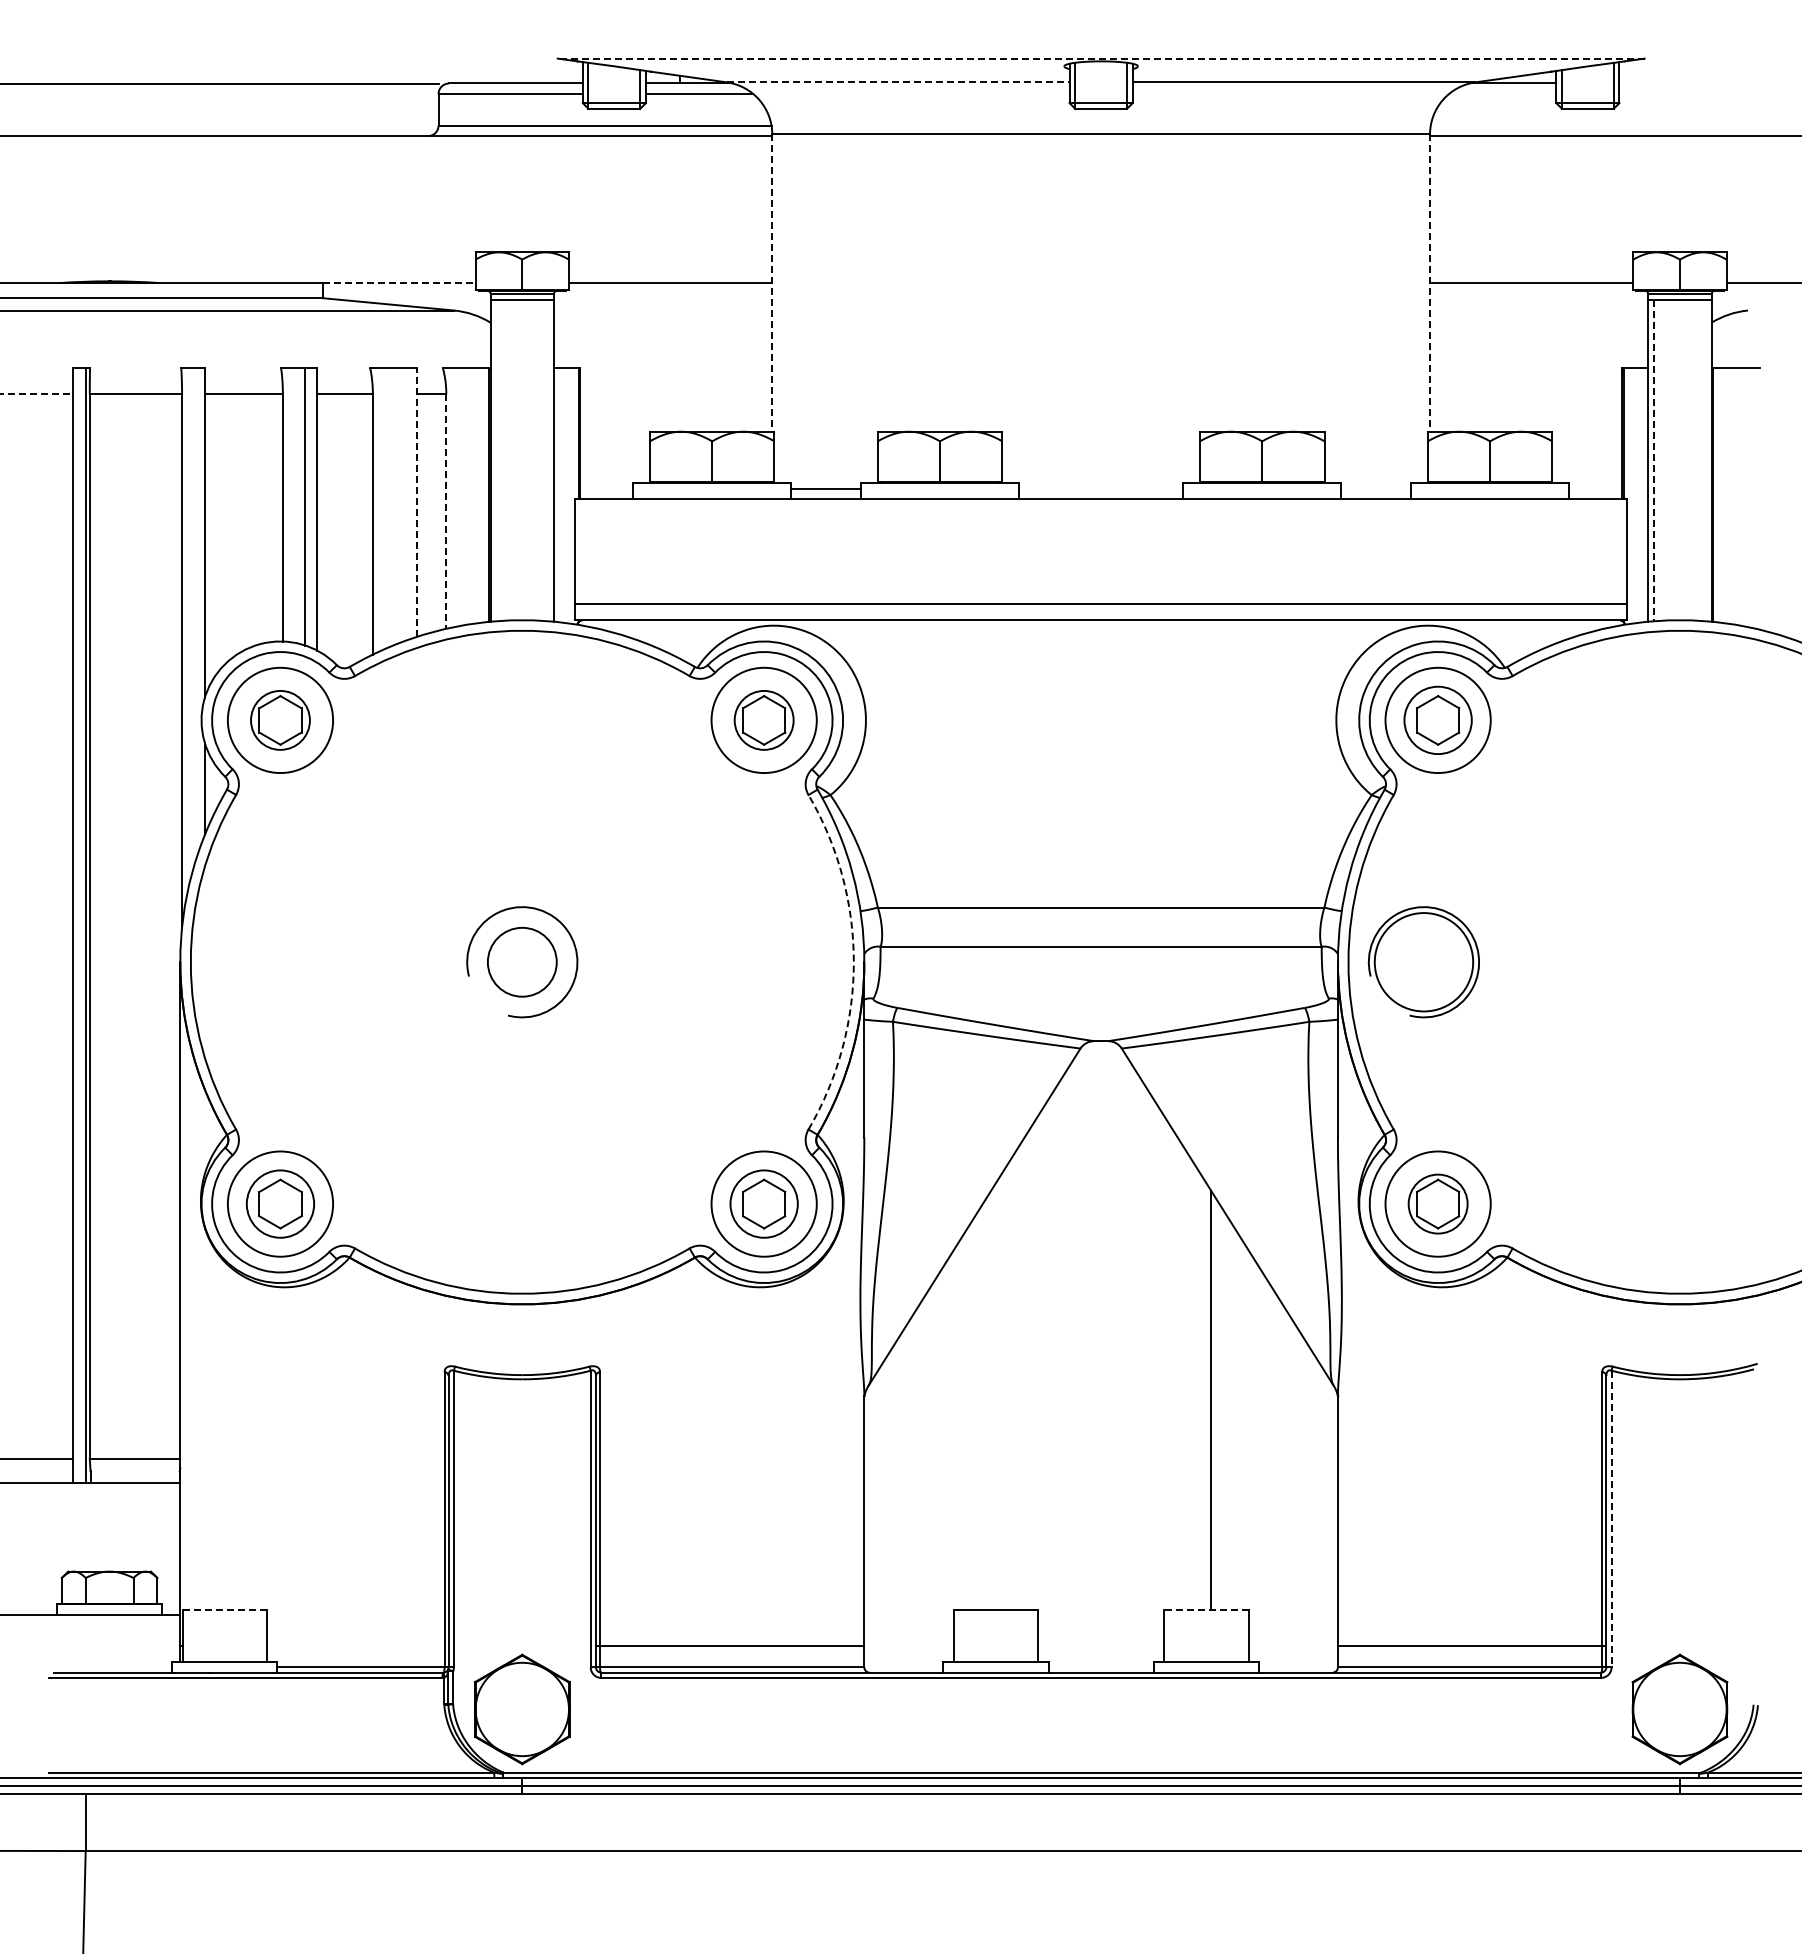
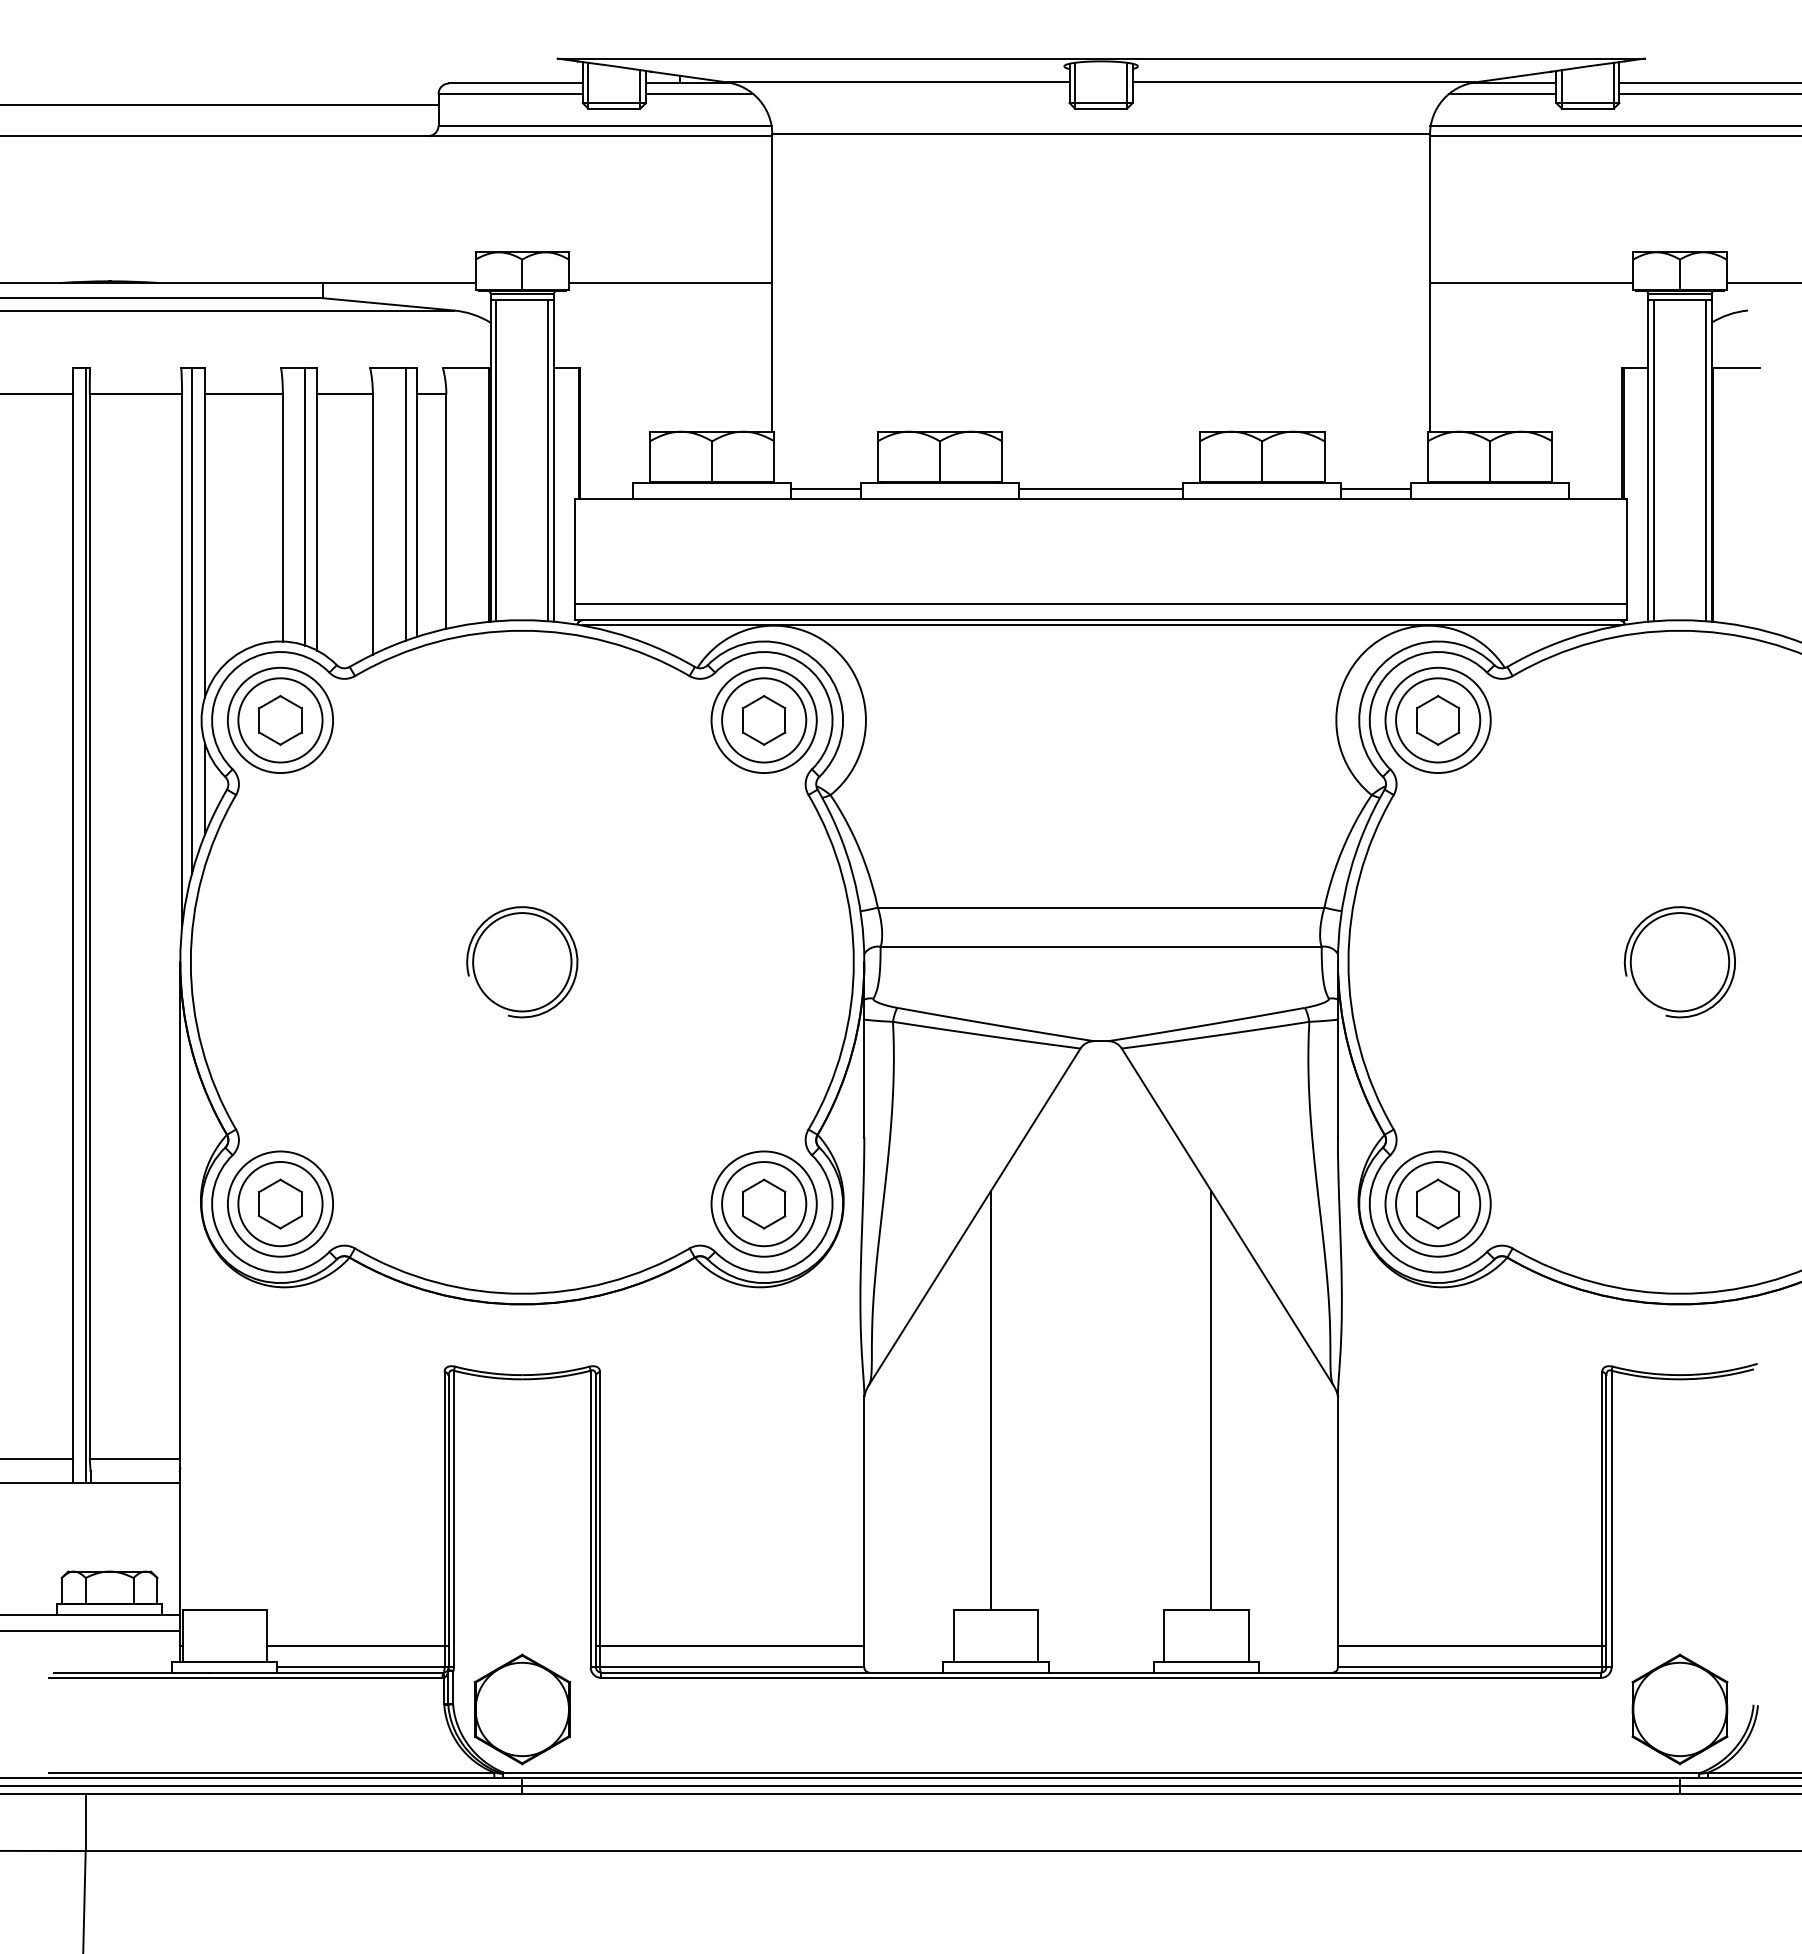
line at (1100, 58): dashed -> solid
line at (898, 82): dashed -> solid
line at (220, 83) position: (220, 83) -> (220, 104)
line at (1708, 83): none -> present
line at (1502, 94): none -> present
line at (1708, 94): none -> present
line at (1614, 125): none -> present
line at (399, 283): dashed -> solid
line at (772, 283): dashed -> solid
line at (1430, 283): dashed -> solid
line at (37, 394): dashed -> solid
line at (496, 460): none -> present
line at (548, 460): none -> present
line at (1654, 460): dashed -> solid
line at (1705, 460): none -> present
line at (1100, 488): none -> present
line at (1376, 488): none -> present
line at (416, 502): dashed -> solid
line at (406, 503): none -> present
line at (446, 512): dashed -> solid
line at (191, 620): none -> present
line at (1100, 625): none -> present
circle at (280, 719) diameter: 59 px -> 84 px
circle at (763, 719) diameter: 59 px -> 84 px
circle at (1437, 720) diameter: 67 px -> 84 px
circle at (521, 961) diameter: 69 px -> 98 px
arc at (853, 962): dashed -> solid
part at (1423, 962) position: (1423, 962) -> (1679, 962)
circle at (280, 1203) diameter: 67 px -> 84 px
circle at (763, 1203) diameter: 67 px -> 84 px
circle at (1437, 1203) diameter: 59 px -> 84 px
line at (990, 1400): none -> present
line at (1611, 1519): dashed -> solid
line at (224, 1609): dashed -> solid
line at (1205, 1609): dashed -> solid
line at (91, 1630): none -> present
line at (357, 1646): none -> present
